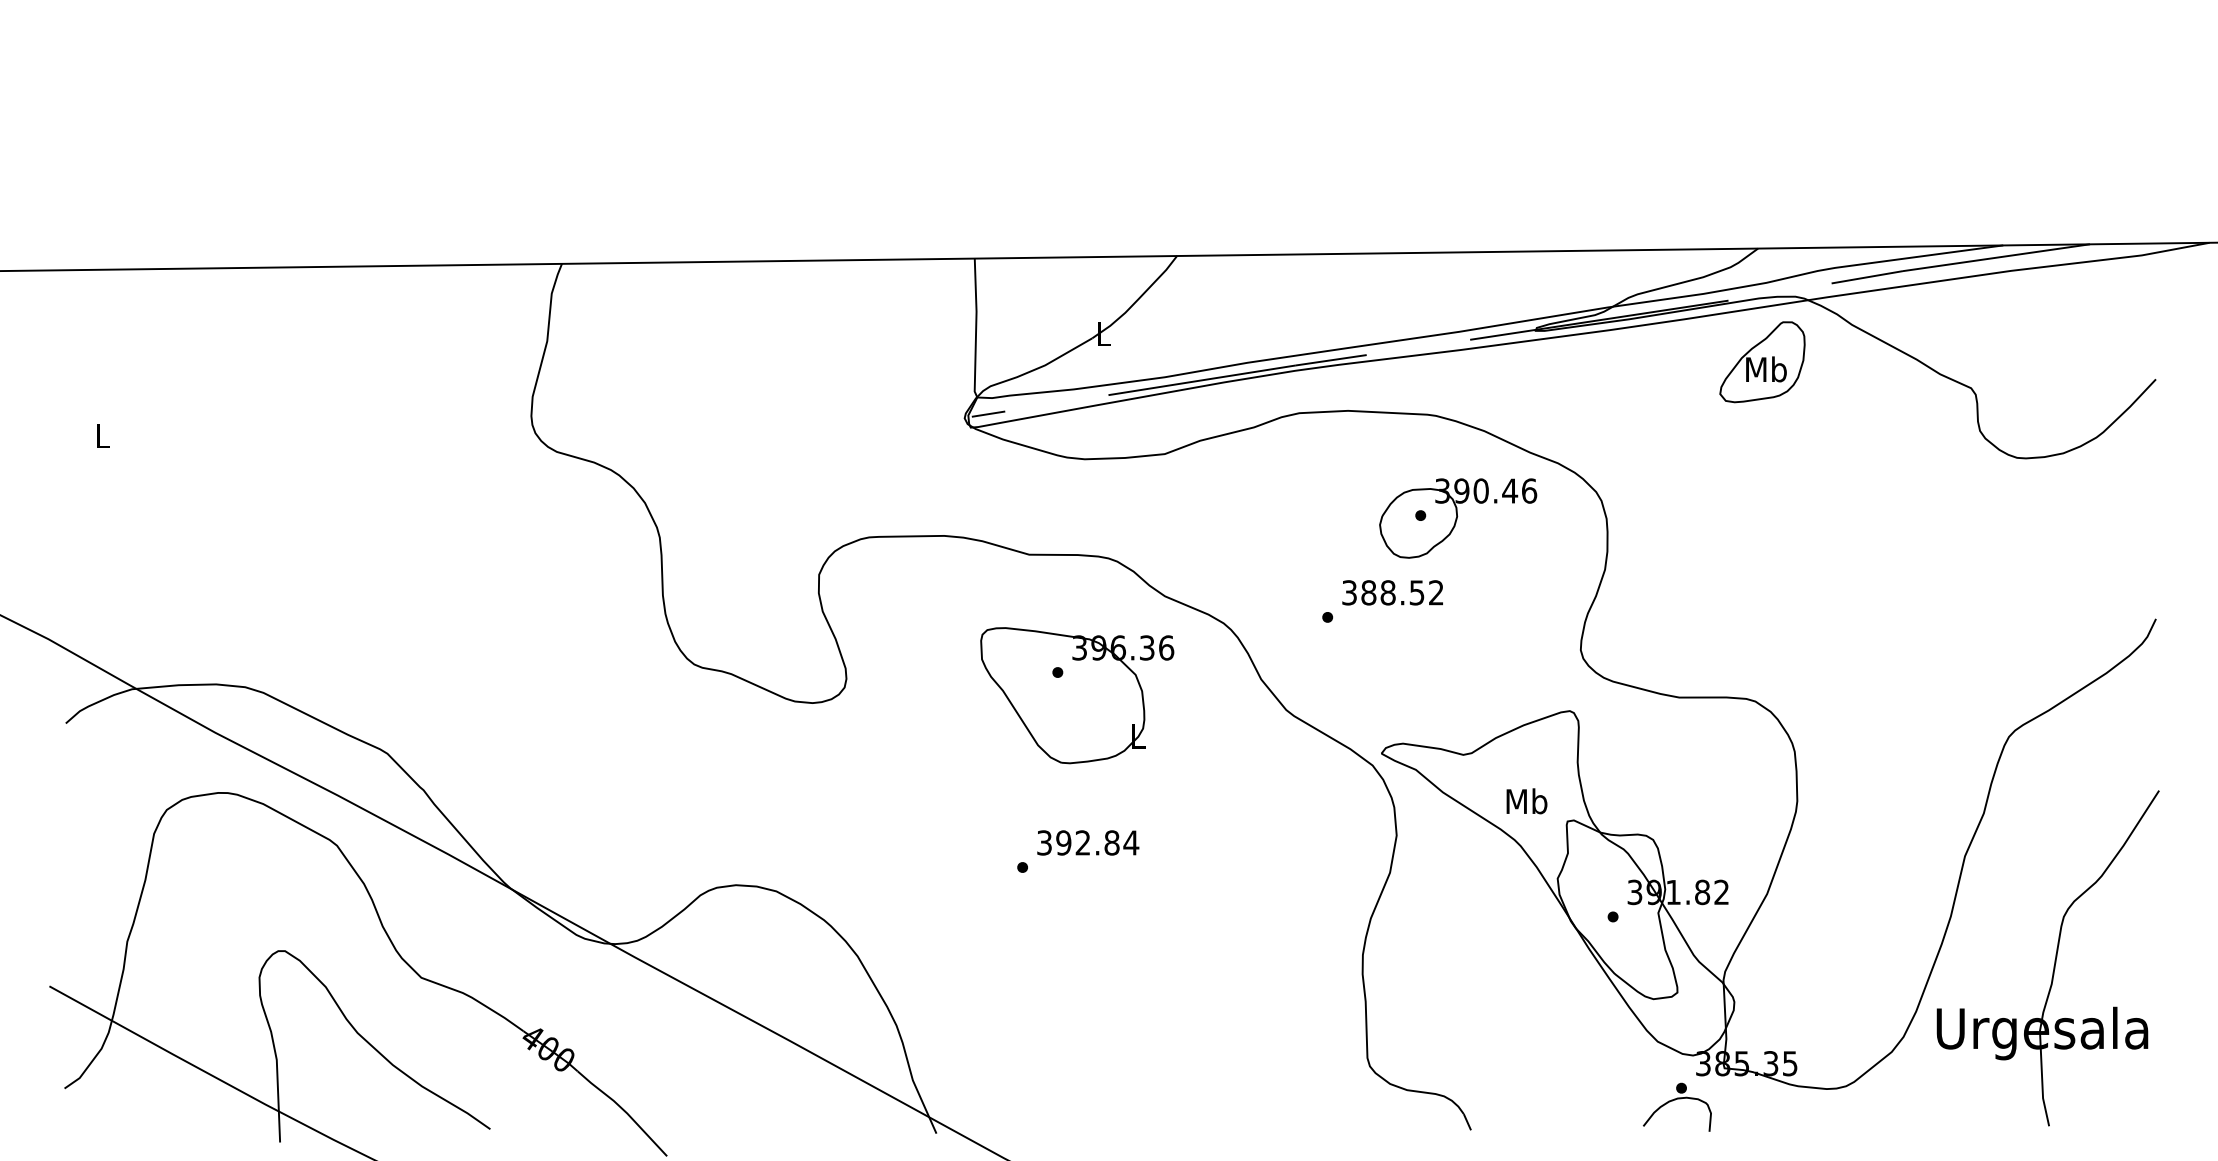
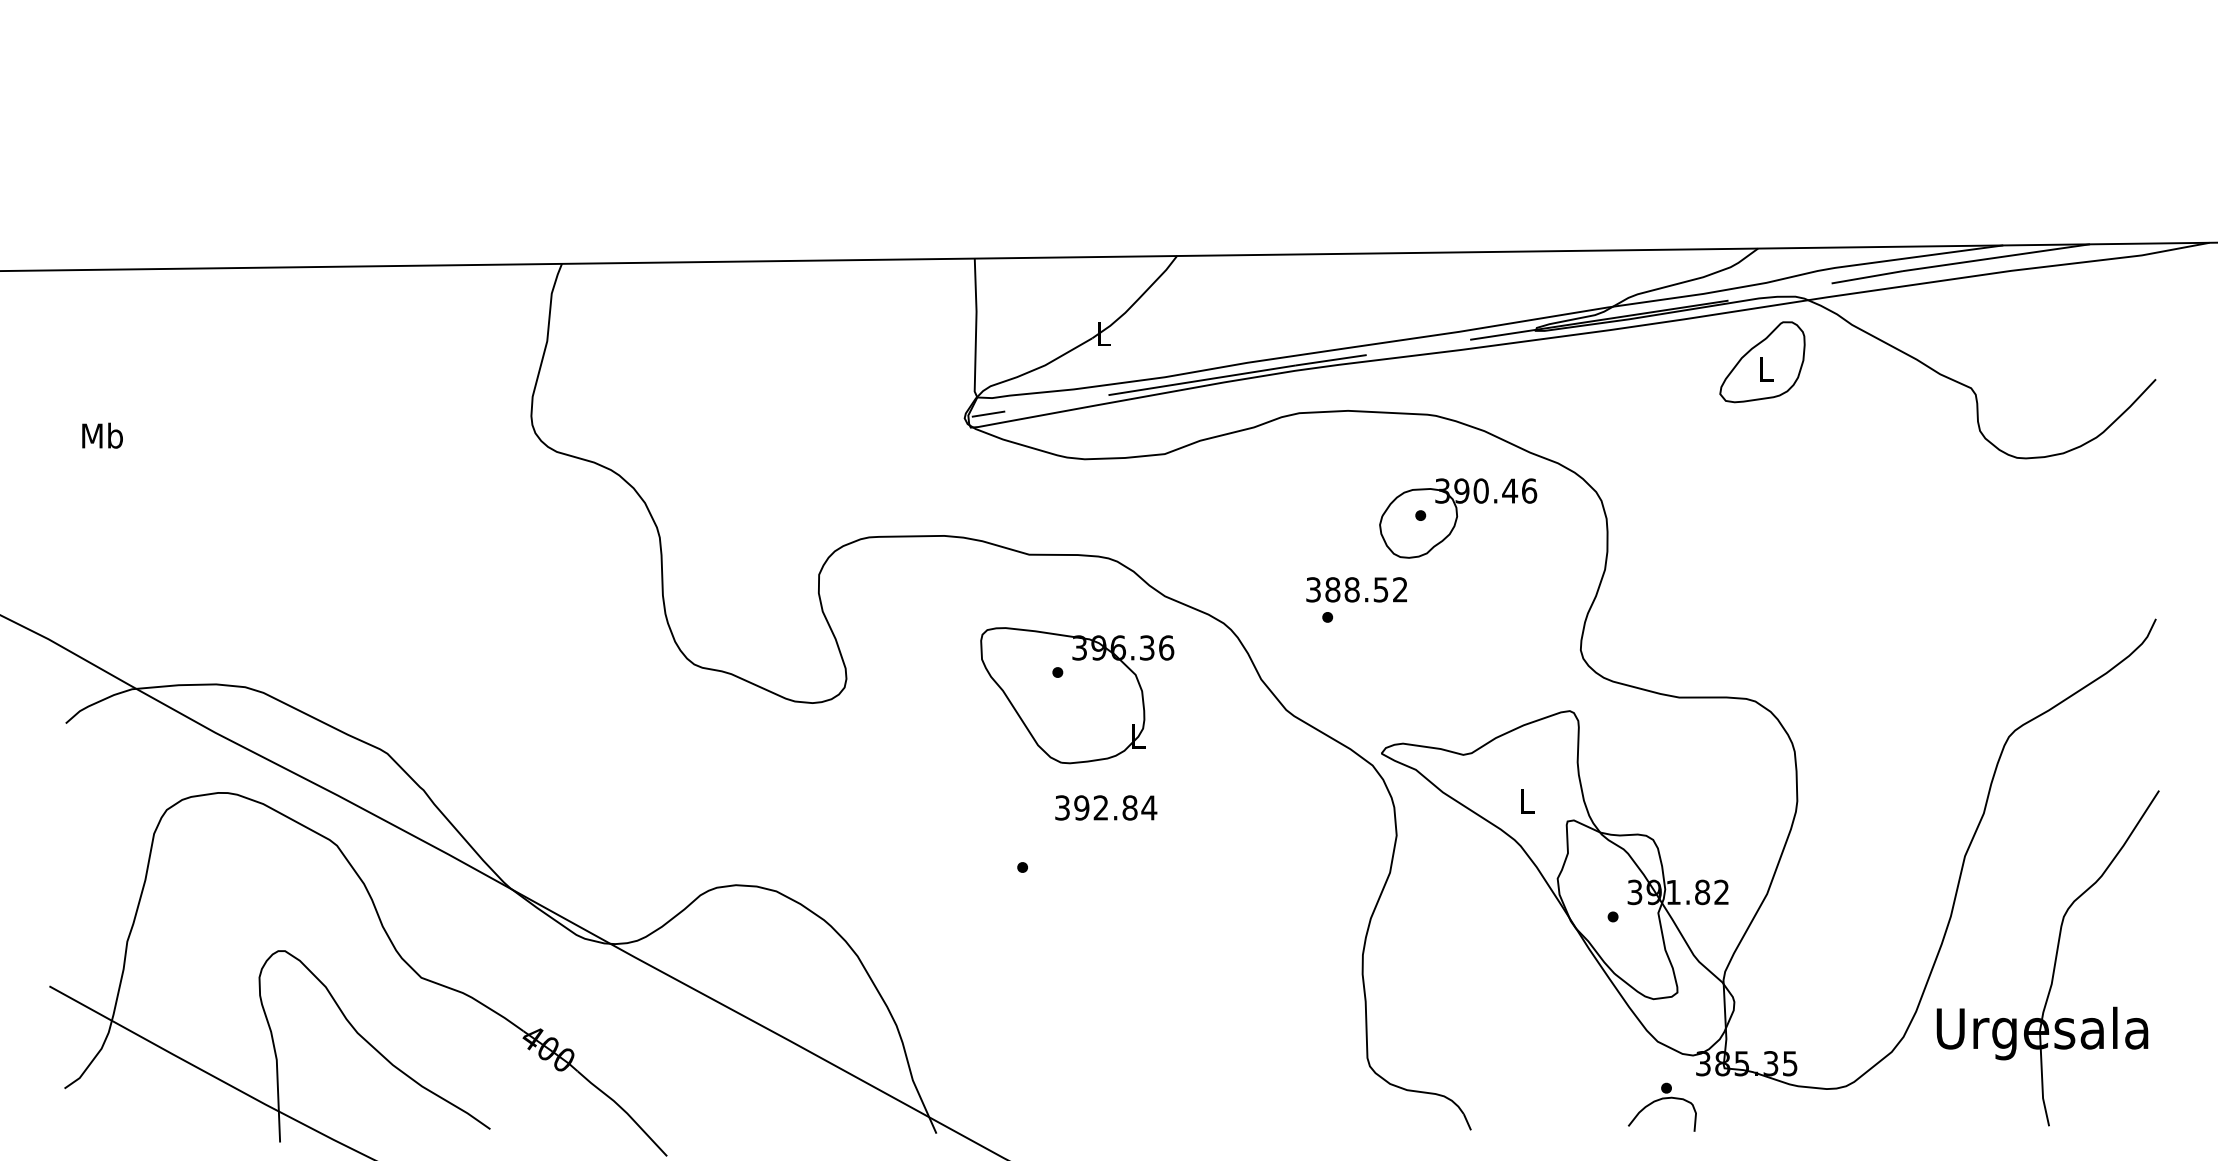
text at (1766, 369): Mb -> L
text at (102, 435): L -> Mb
text at (1392, 592) position: (1392, 592) -> (1356, 589)
text at (1526, 801): Mb -> L
text at (1088, 842) position: (1088, 842) -> (1106, 807)
part at (1675, 1100) position: (1675, 1100) -> (1660, 1100)
